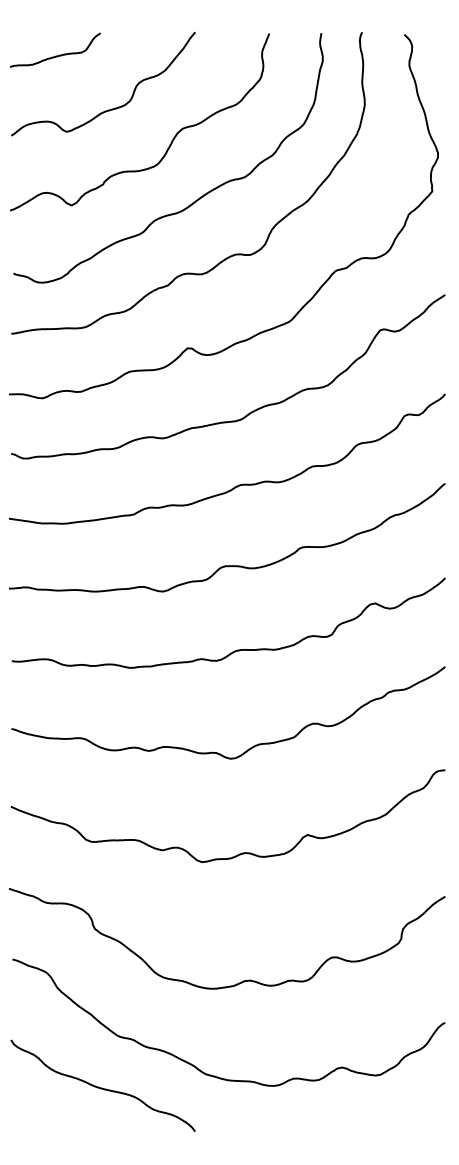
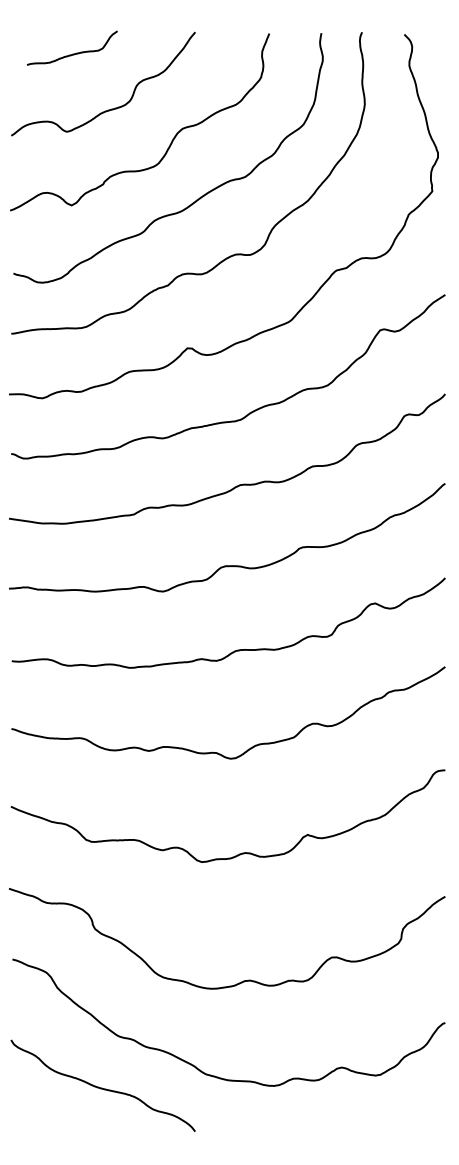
curve at (55, 55) position: (55, 55) -> (72, 53)
